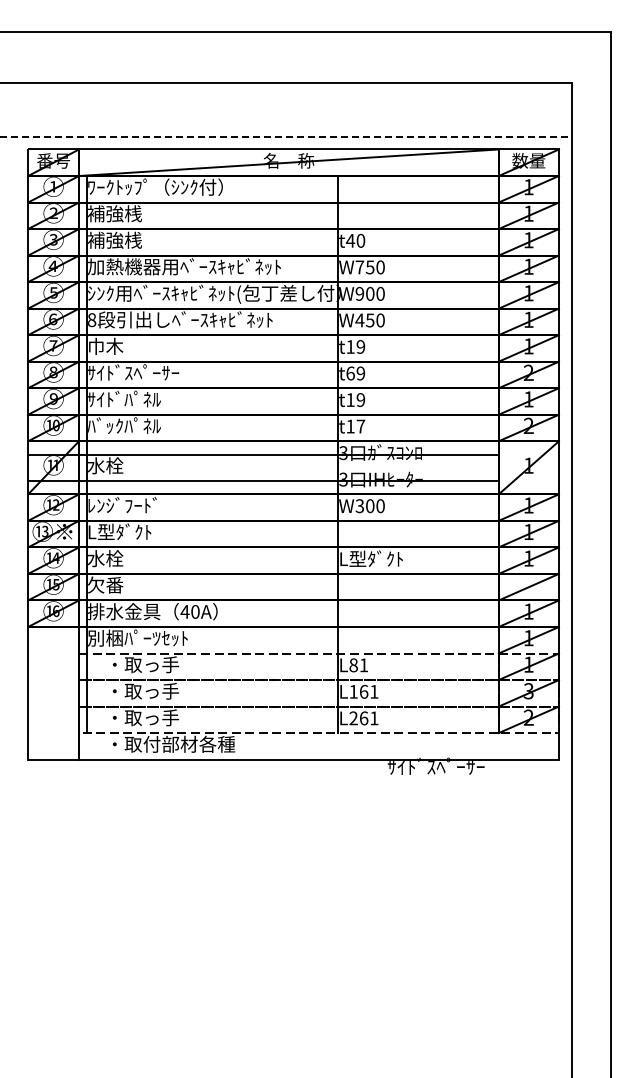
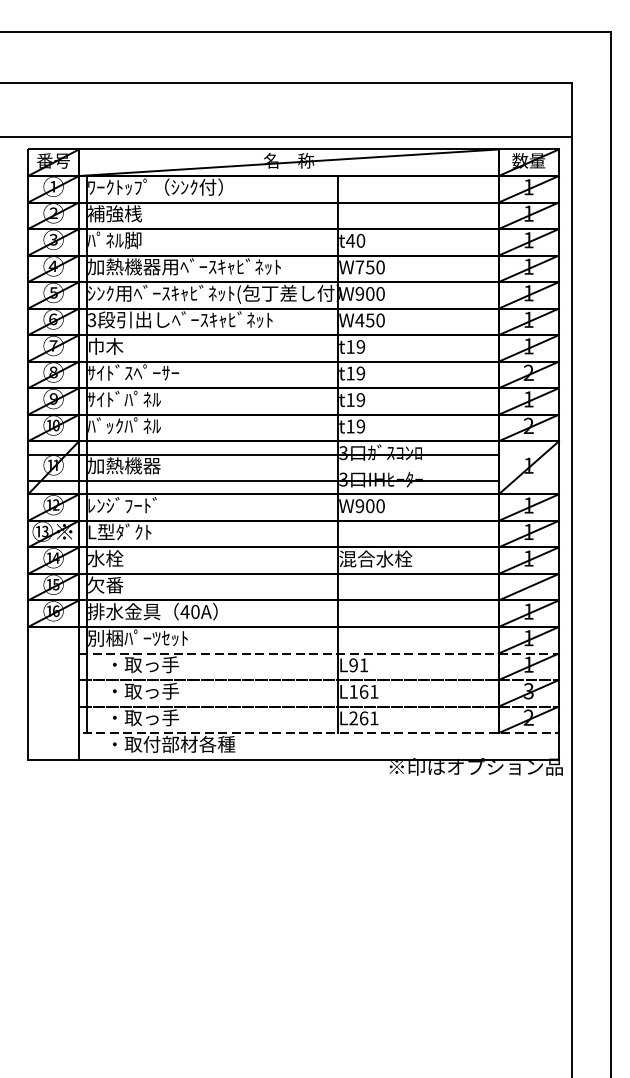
line at (286, 137): dashed -> solid
text at (114, 239): 補強桟 -> ﾊﾟﾈﾙ脚
text at (92, 319): 8 -> 3
text at (350, 373): t69 -> t19
text at (360, 426): t17 -> t19
text at (124, 465): 水栓 -> 加熱機器
text at (359, 506): W300 -> W900
text at (375, 558): L型ﾀﾞｸﾄ -> 混合水栓
text at (353, 665): L81 -> L91
text at (474, 766): ｻｲﾄﾞｽﾍﾟｰｻｰ -> ※印はオプション品
